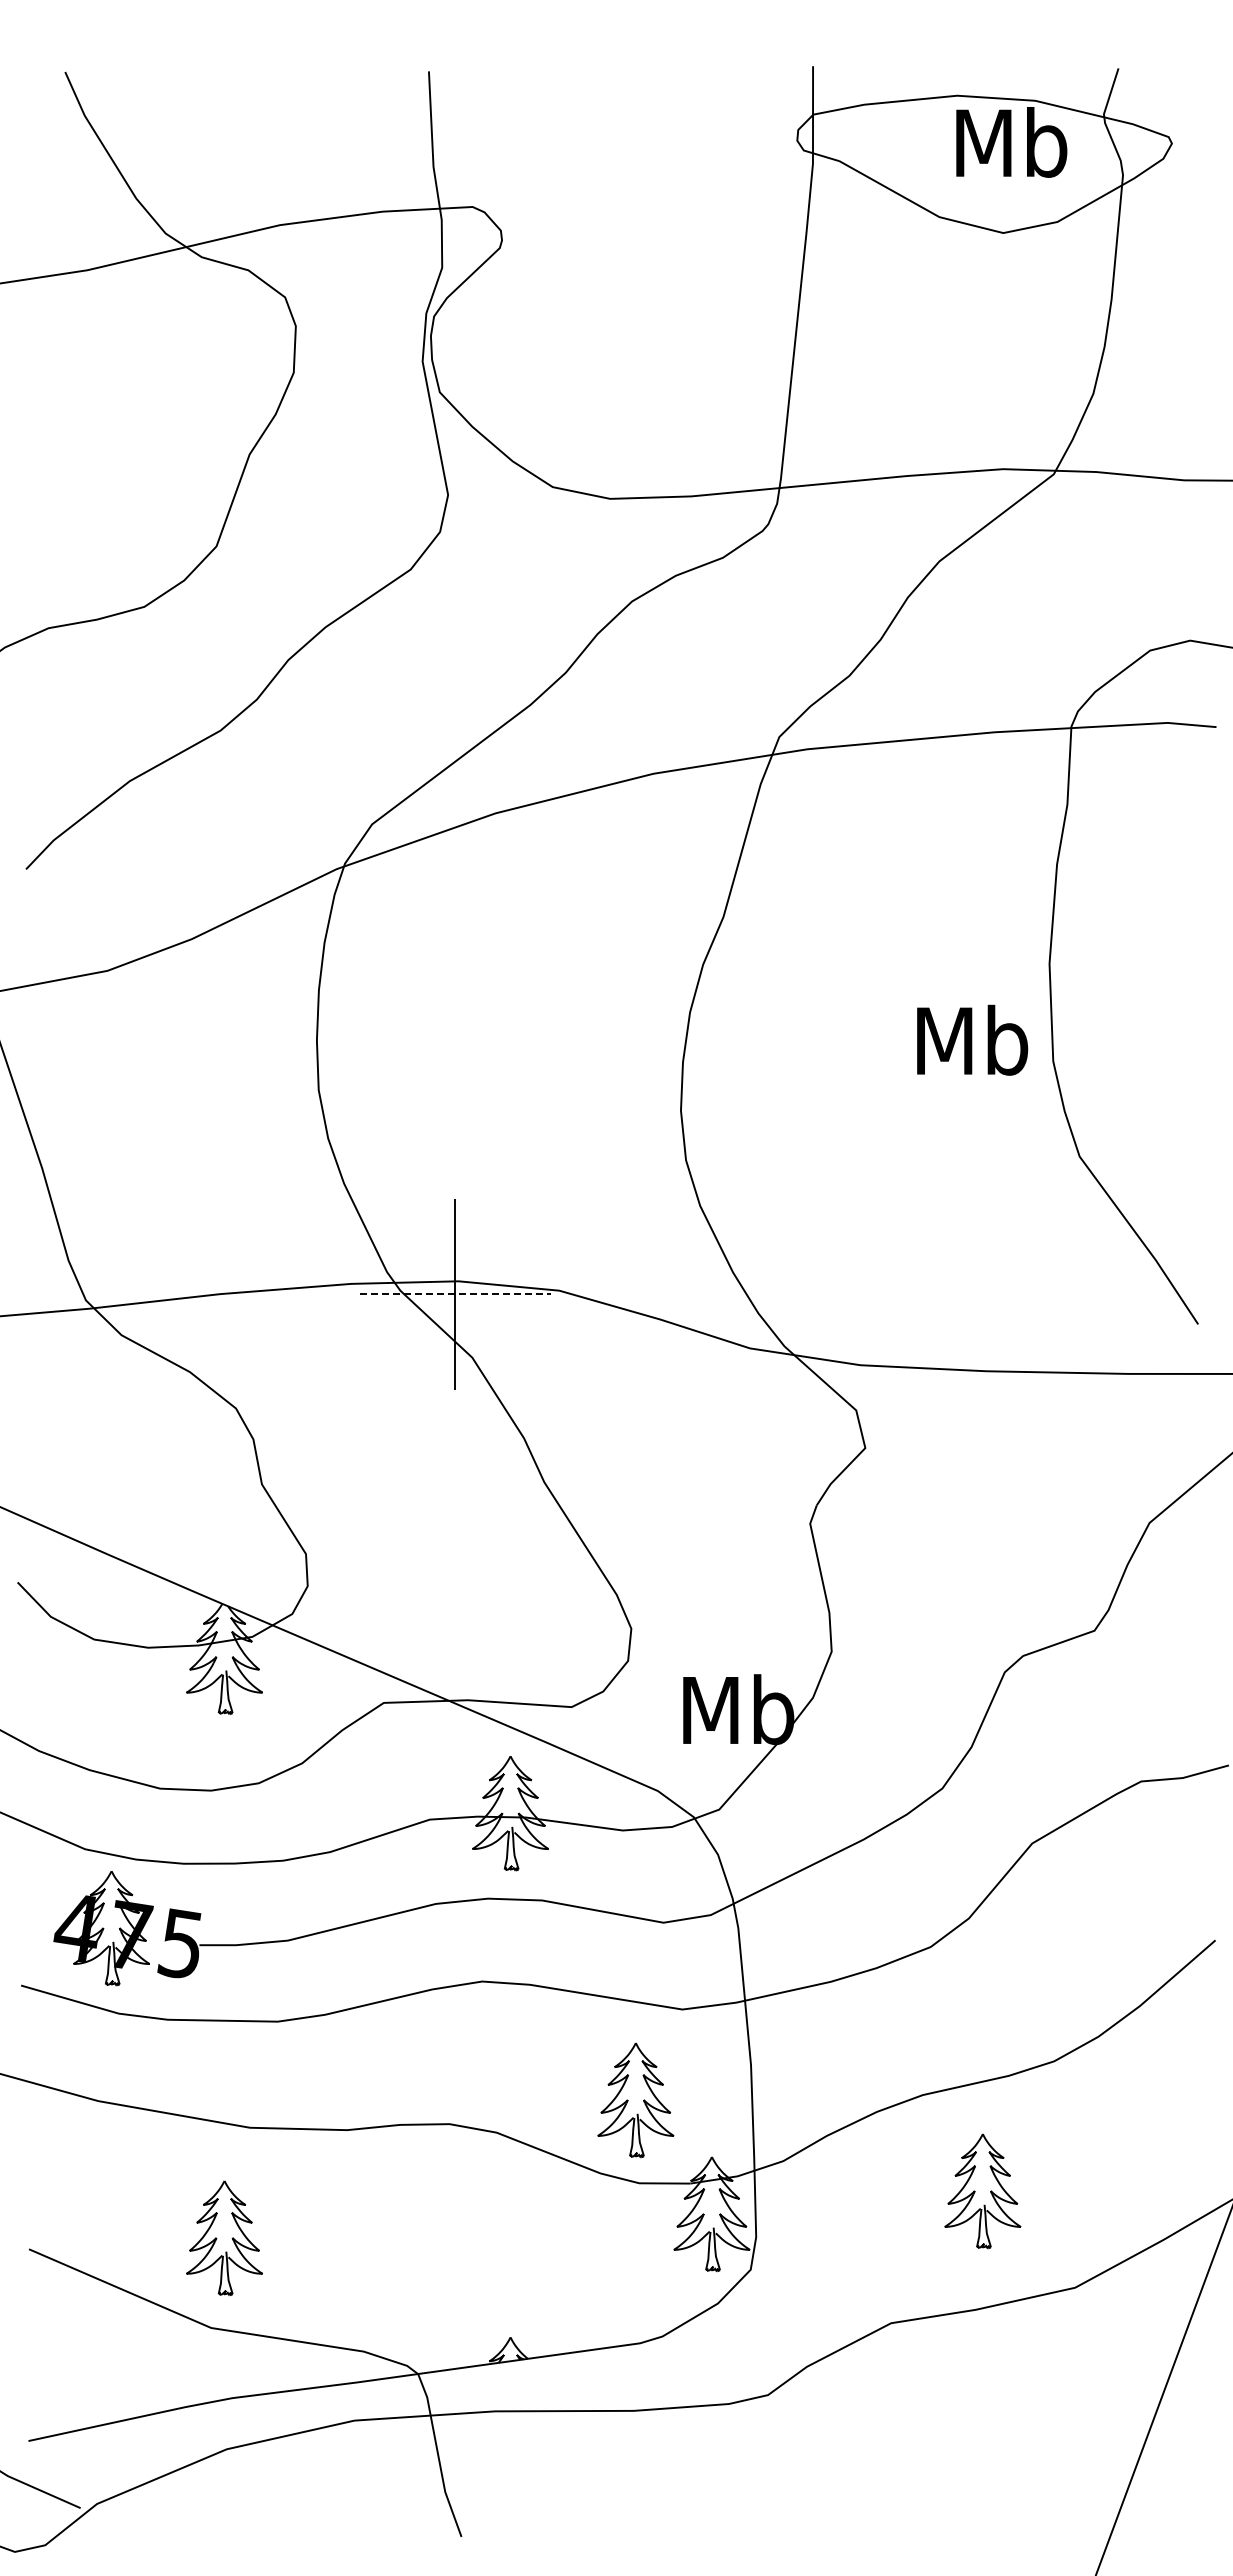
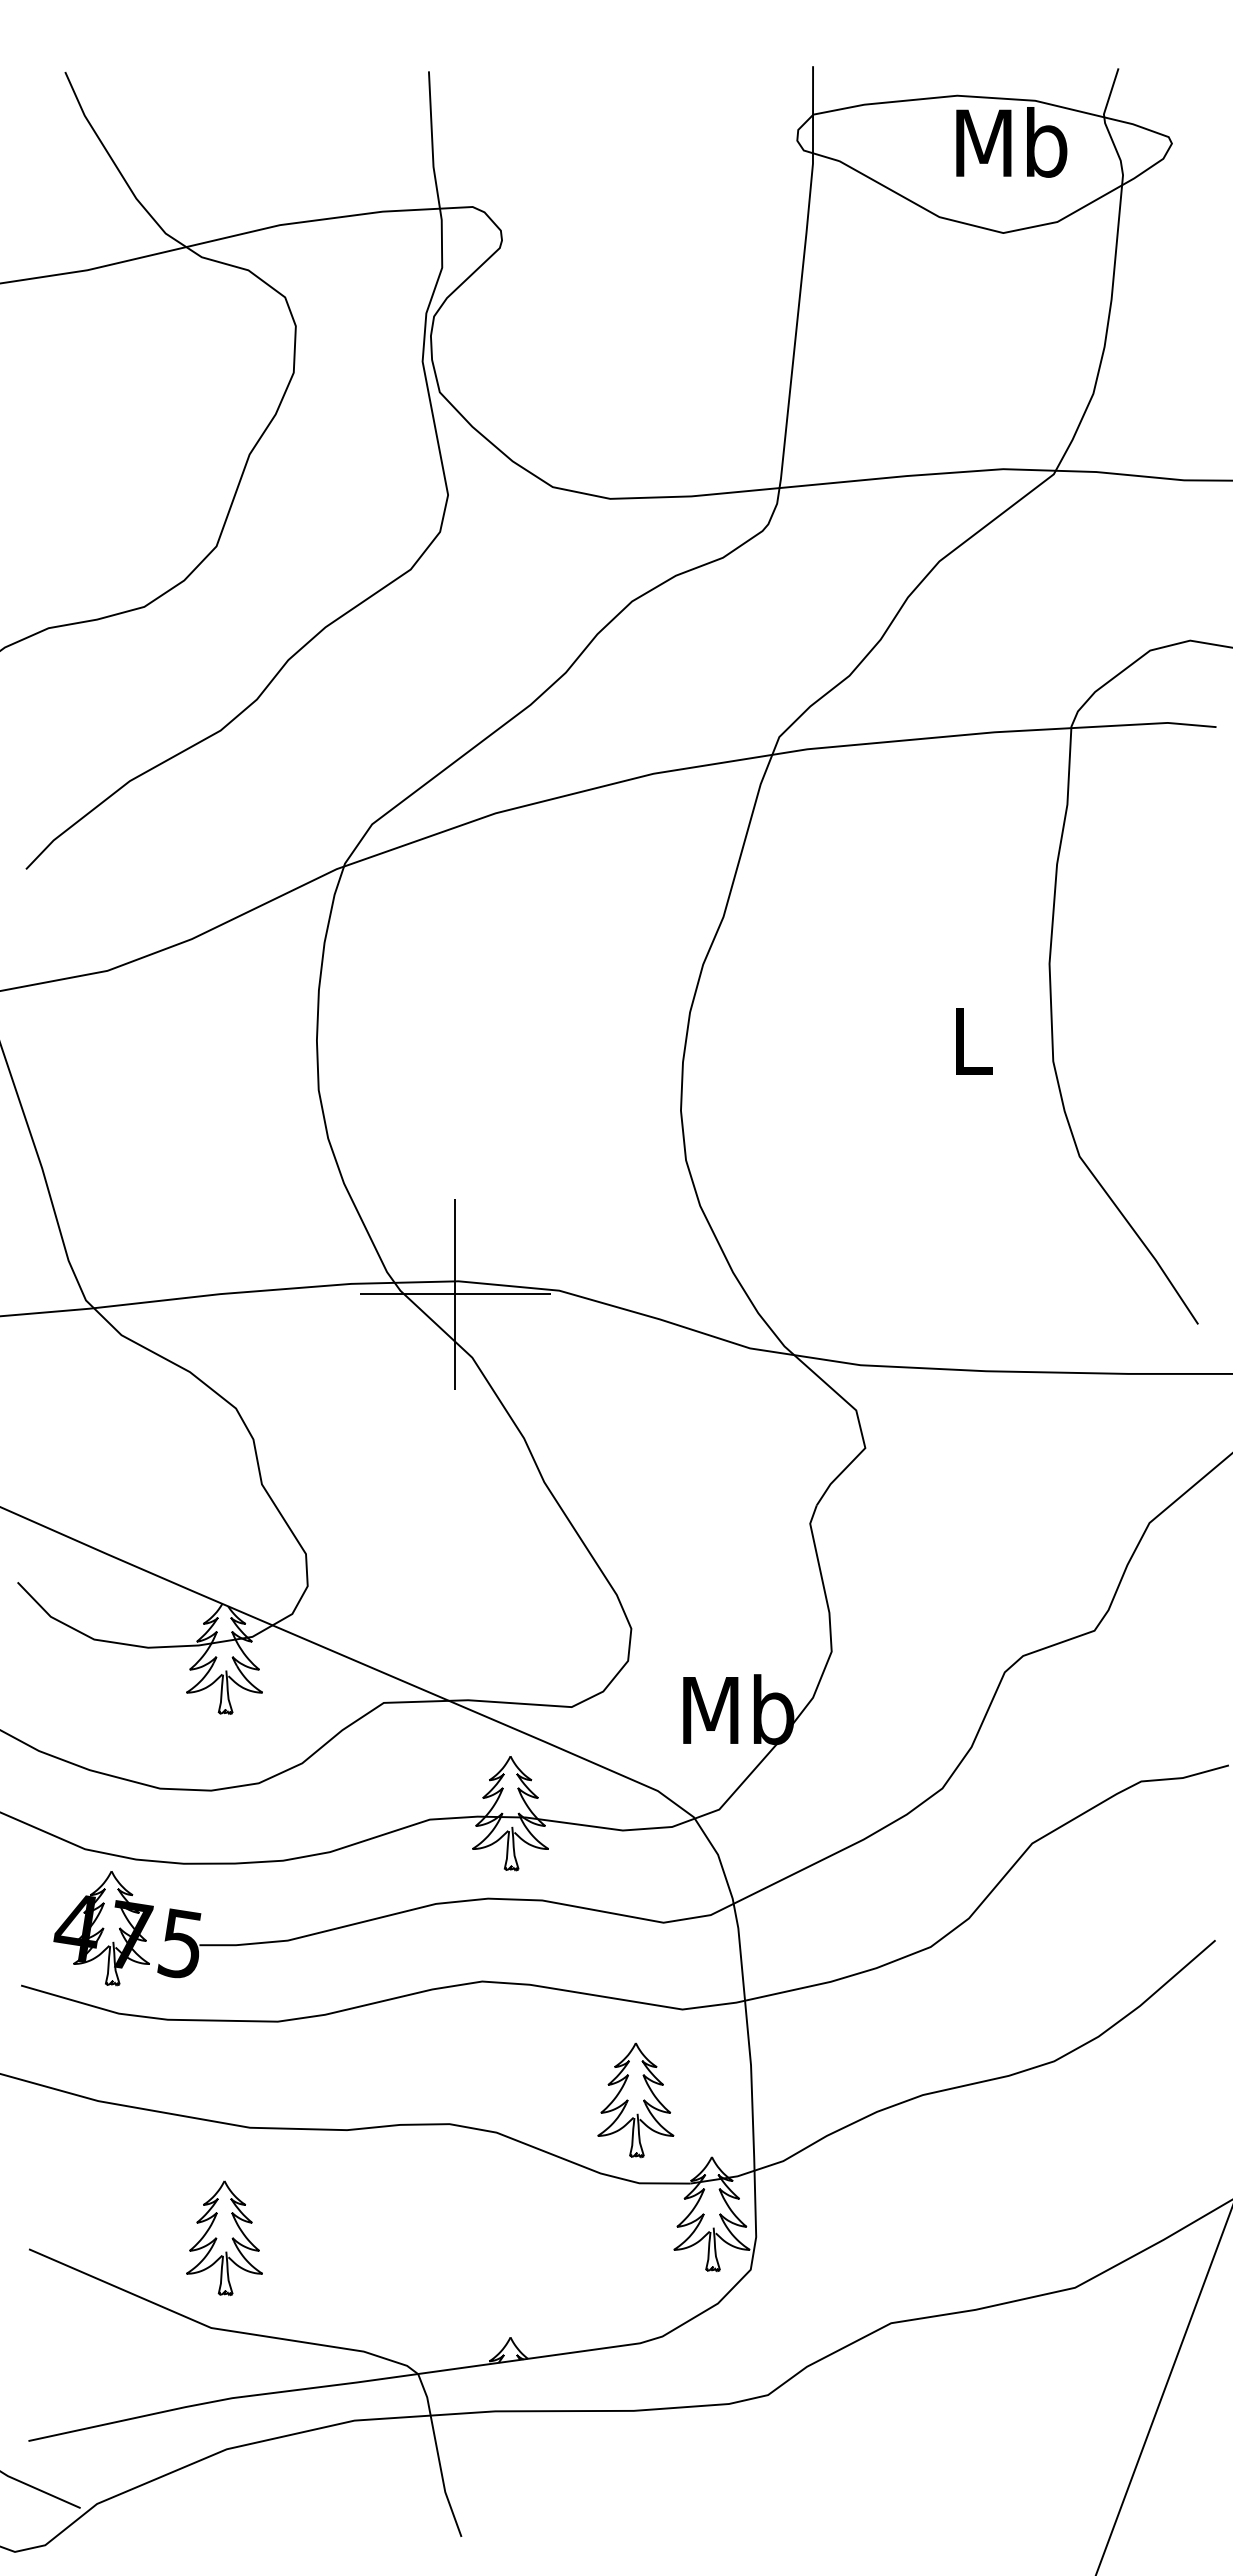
text at (972, 1039): Mb -> L
line at (455, 1294): dashed -> solid
part at (982, 2191): present -> none
